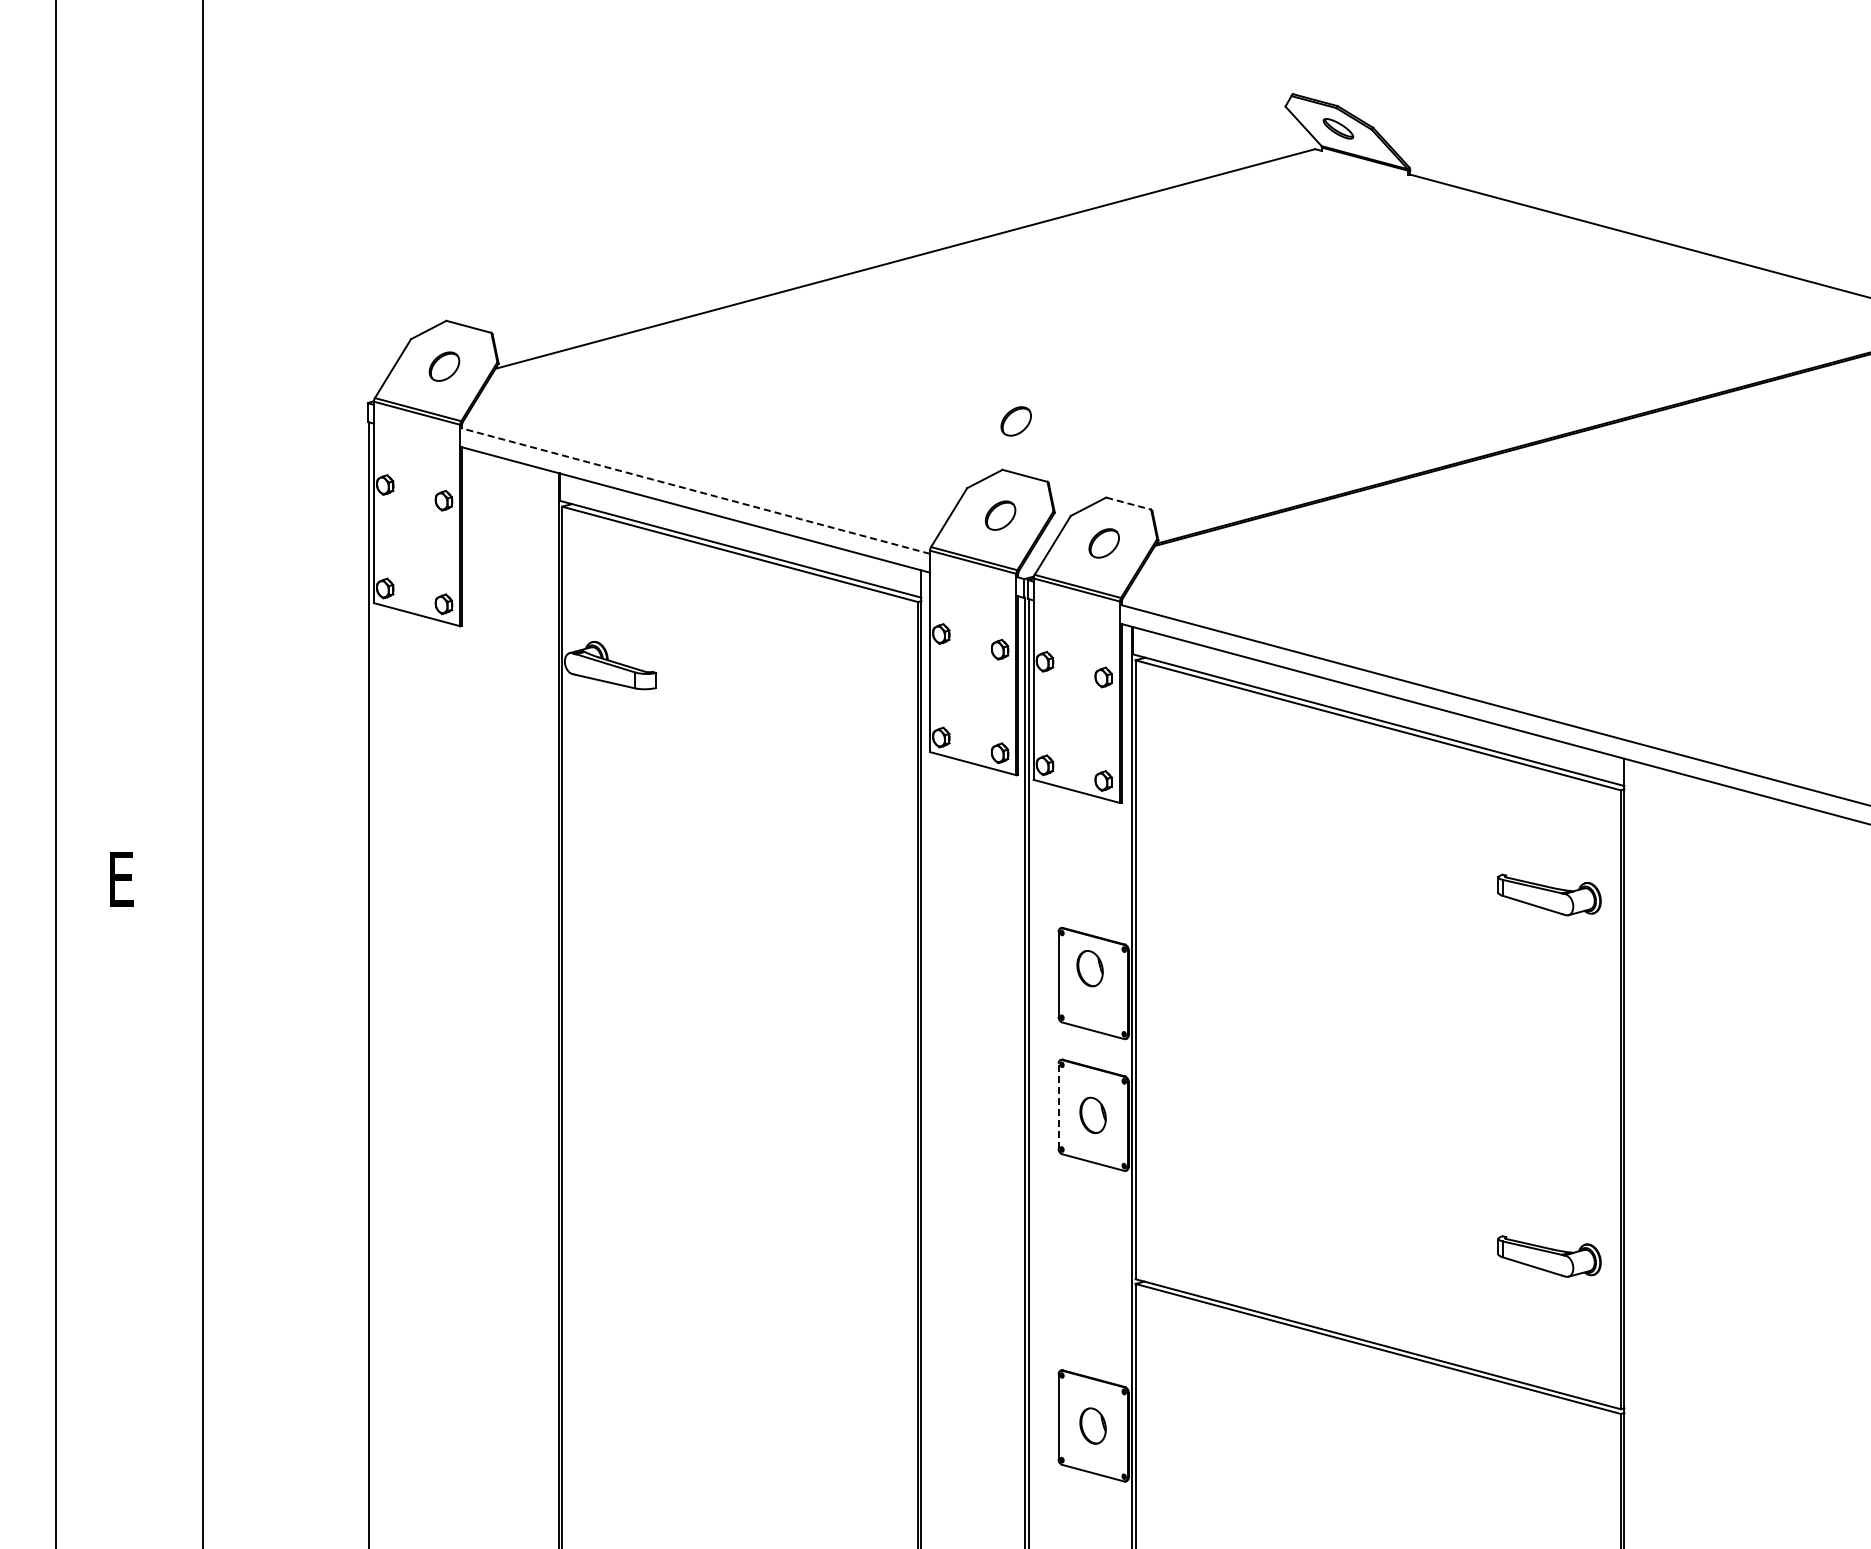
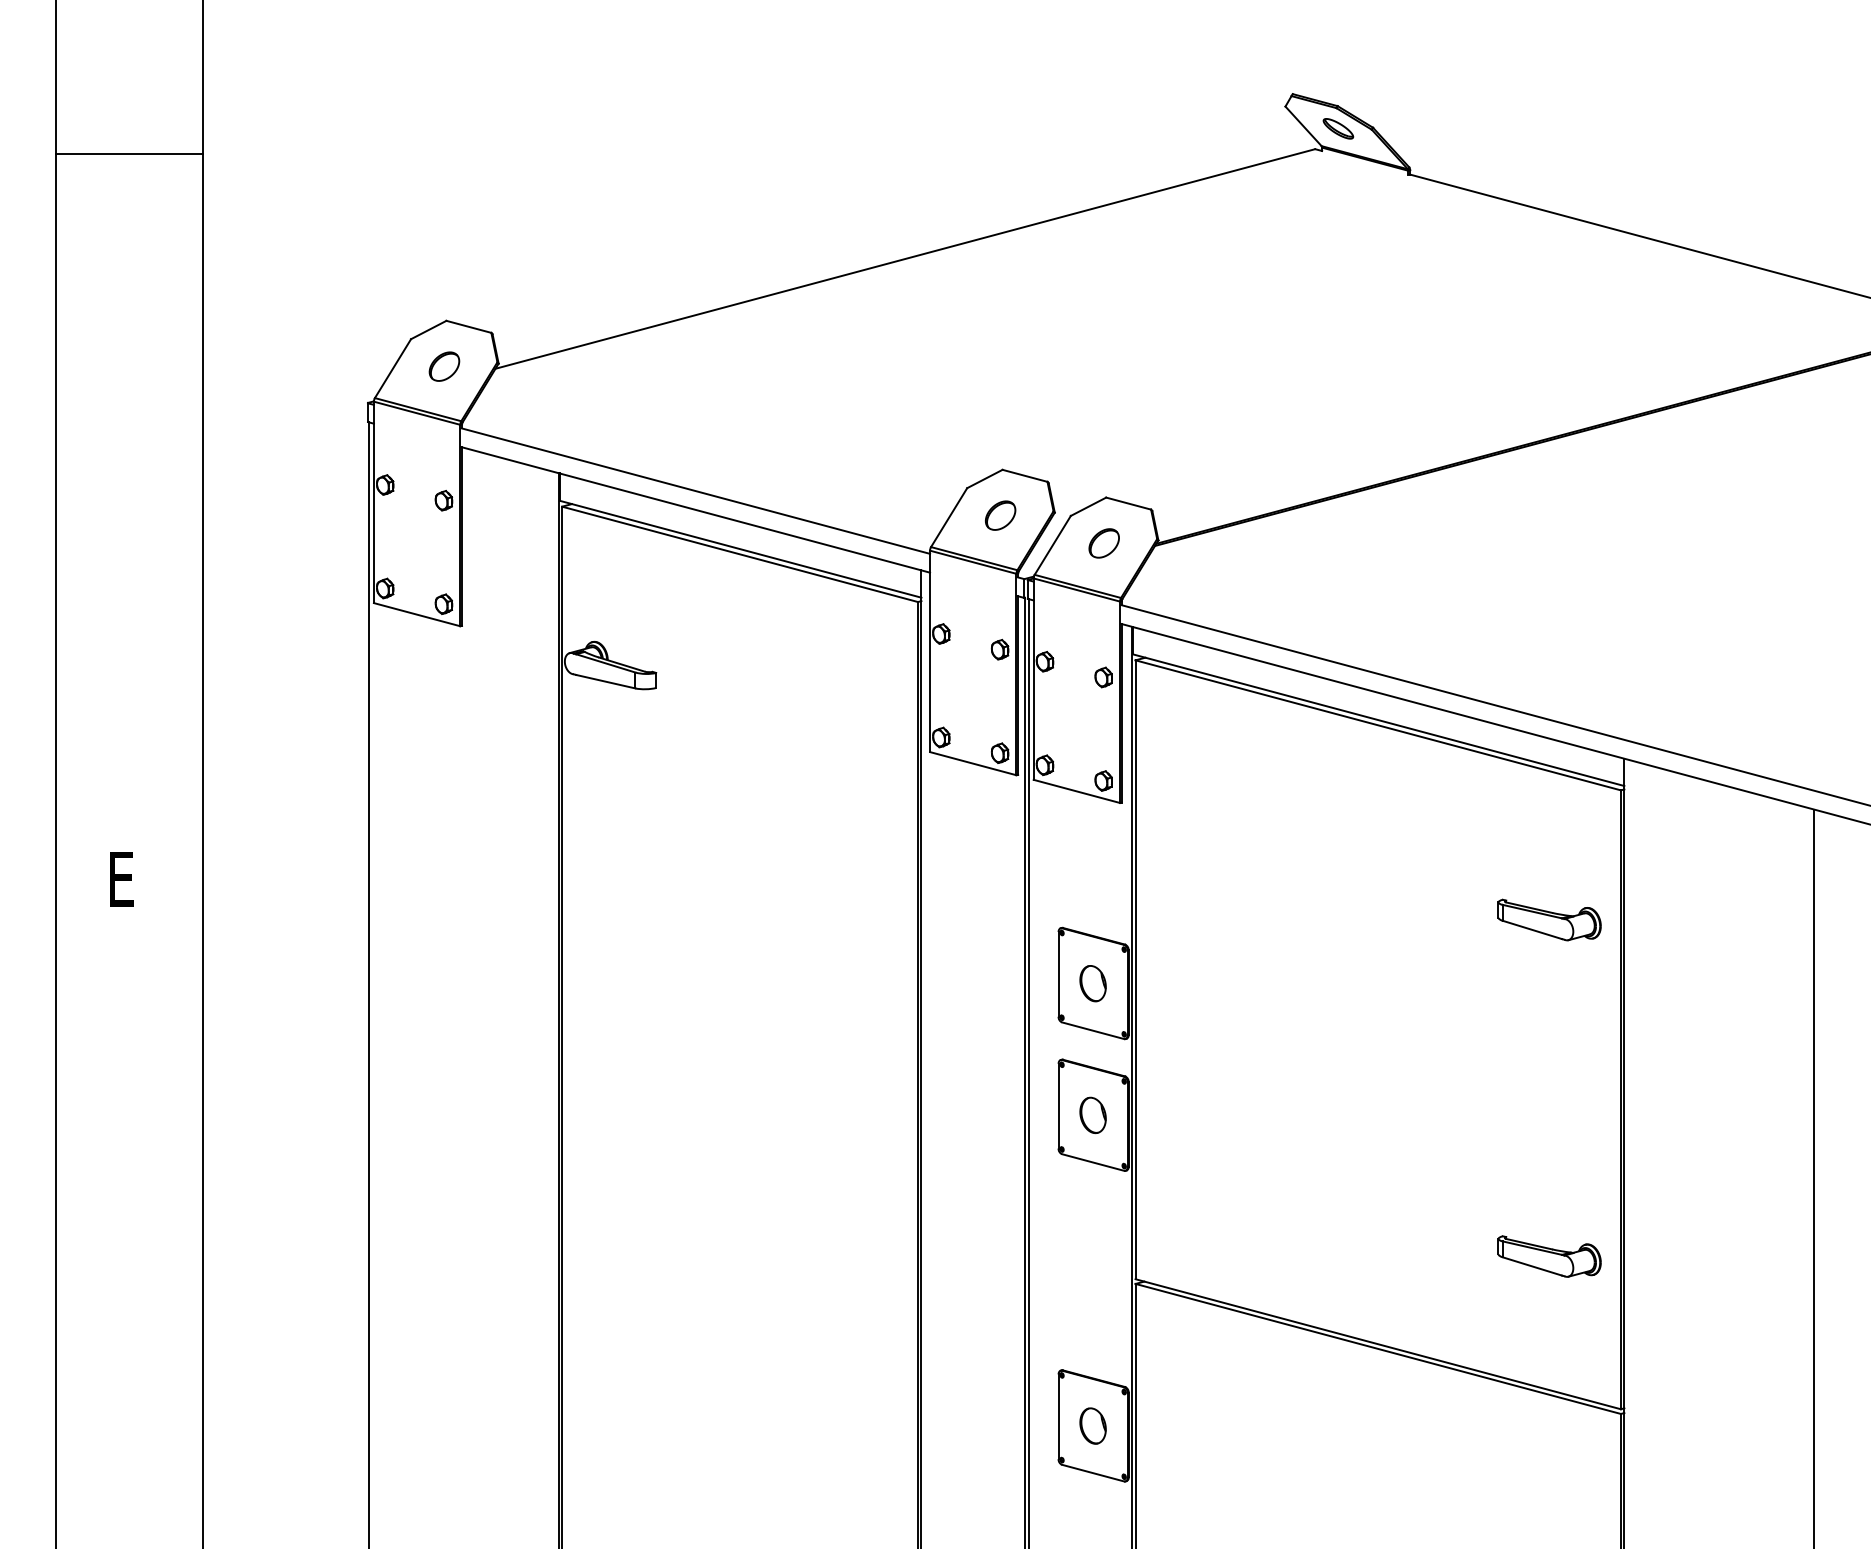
line at (129, 153): none -> present
part at (1015, 421): present -> none
line at (695, 491): dashed -> solid
line at (1129, 503): dashed -> solid
part at (1549, 894) position: (1549, 894) -> (1549, 919)
part at (1089, 968) position: (1089, 968) -> (1092, 983)
line at (1058, 1105): dashed -> solid
line at (1814, 1177): none -> present
